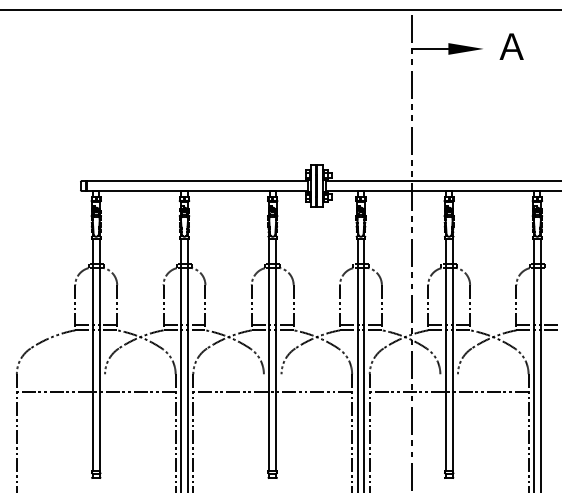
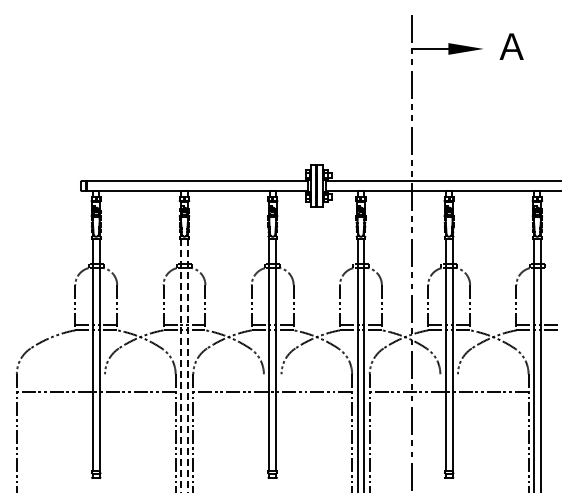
line at (280, 9): present -> none
line at (181, 365): solid -> dashed
line at (187, 365): solid -> dashed
